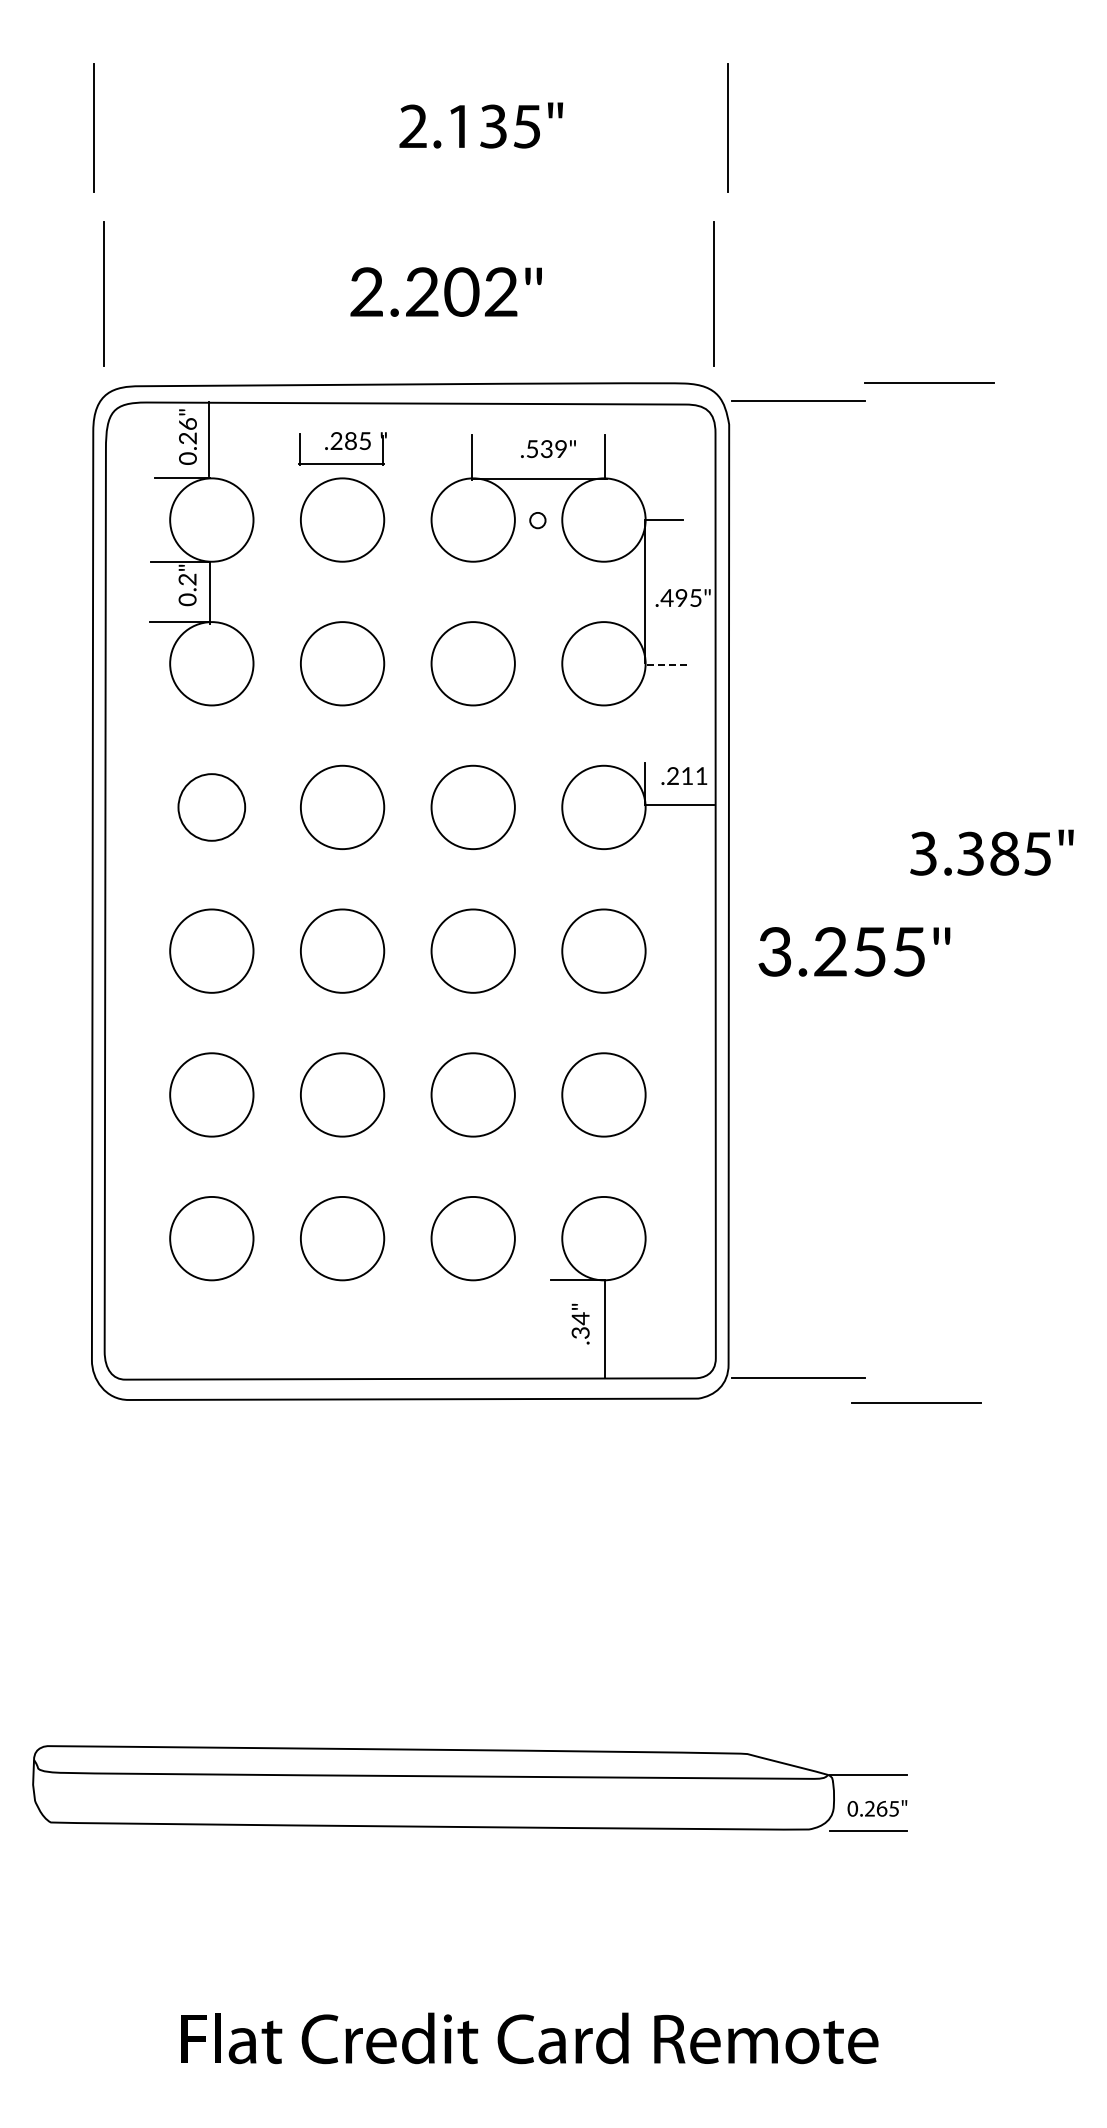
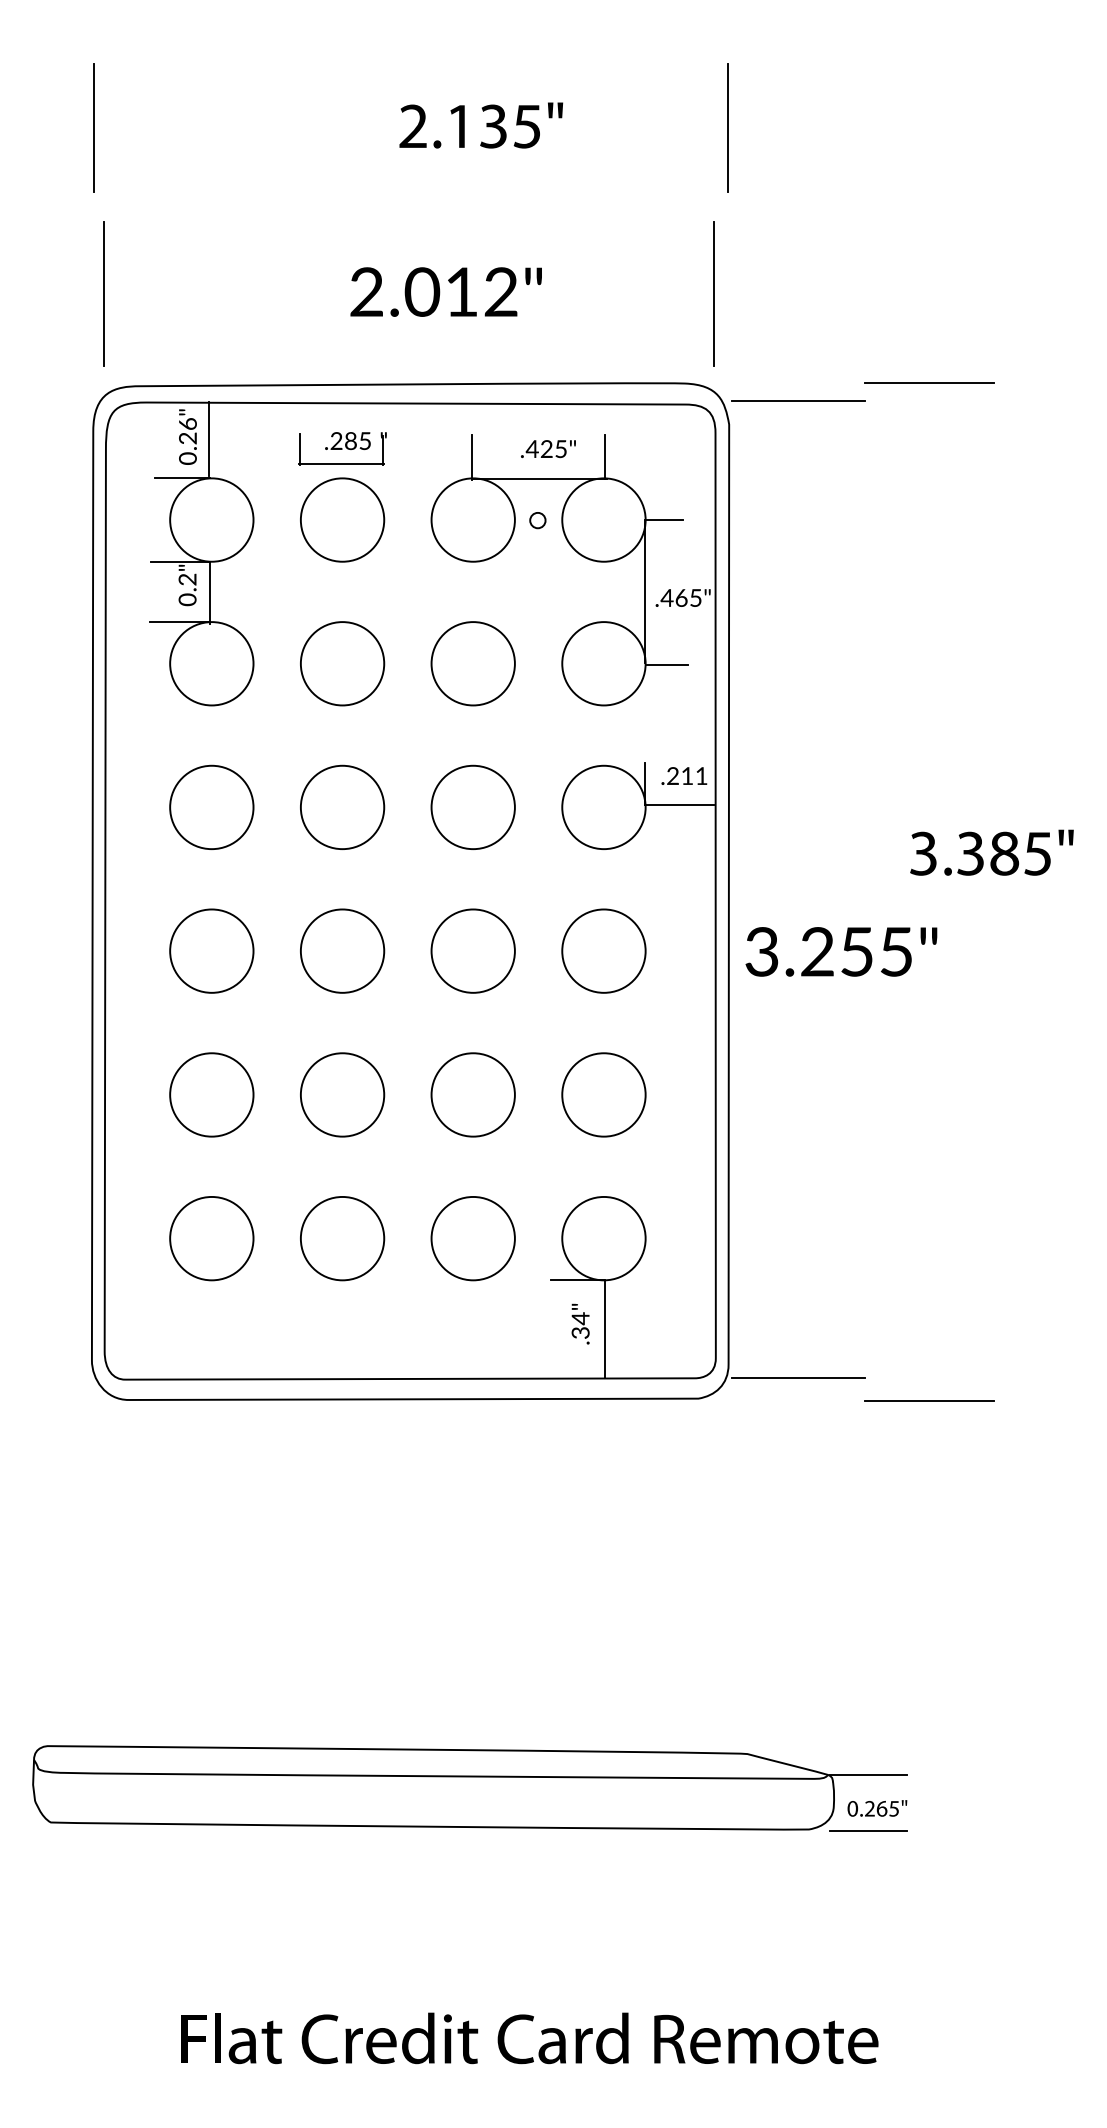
text at (441, 291): 2.202" -> 2.012"
text at (545, 449): .539" -> .425"
text at (681, 597): .495" -> .465"
line at (668, 664): dashed -> solid
circle at (211, 807) diameter: 67 px -> 83 px
text at (854, 951) position: (854, 951) -> (841, 951)
line at (916, 1402) position: (916, 1402) -> (929, 1400)
